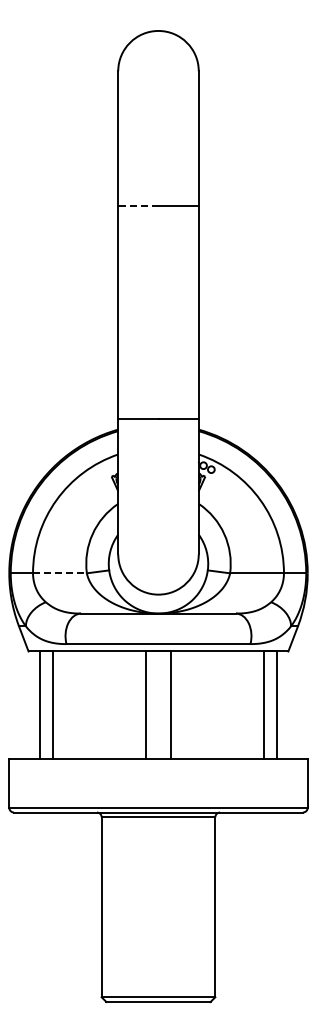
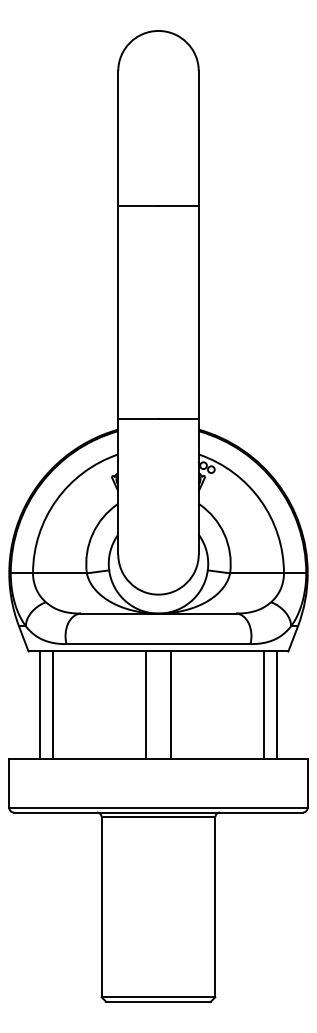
line at (137, 206): dashed -> solid
line at (59, 573): dashed -> solid
